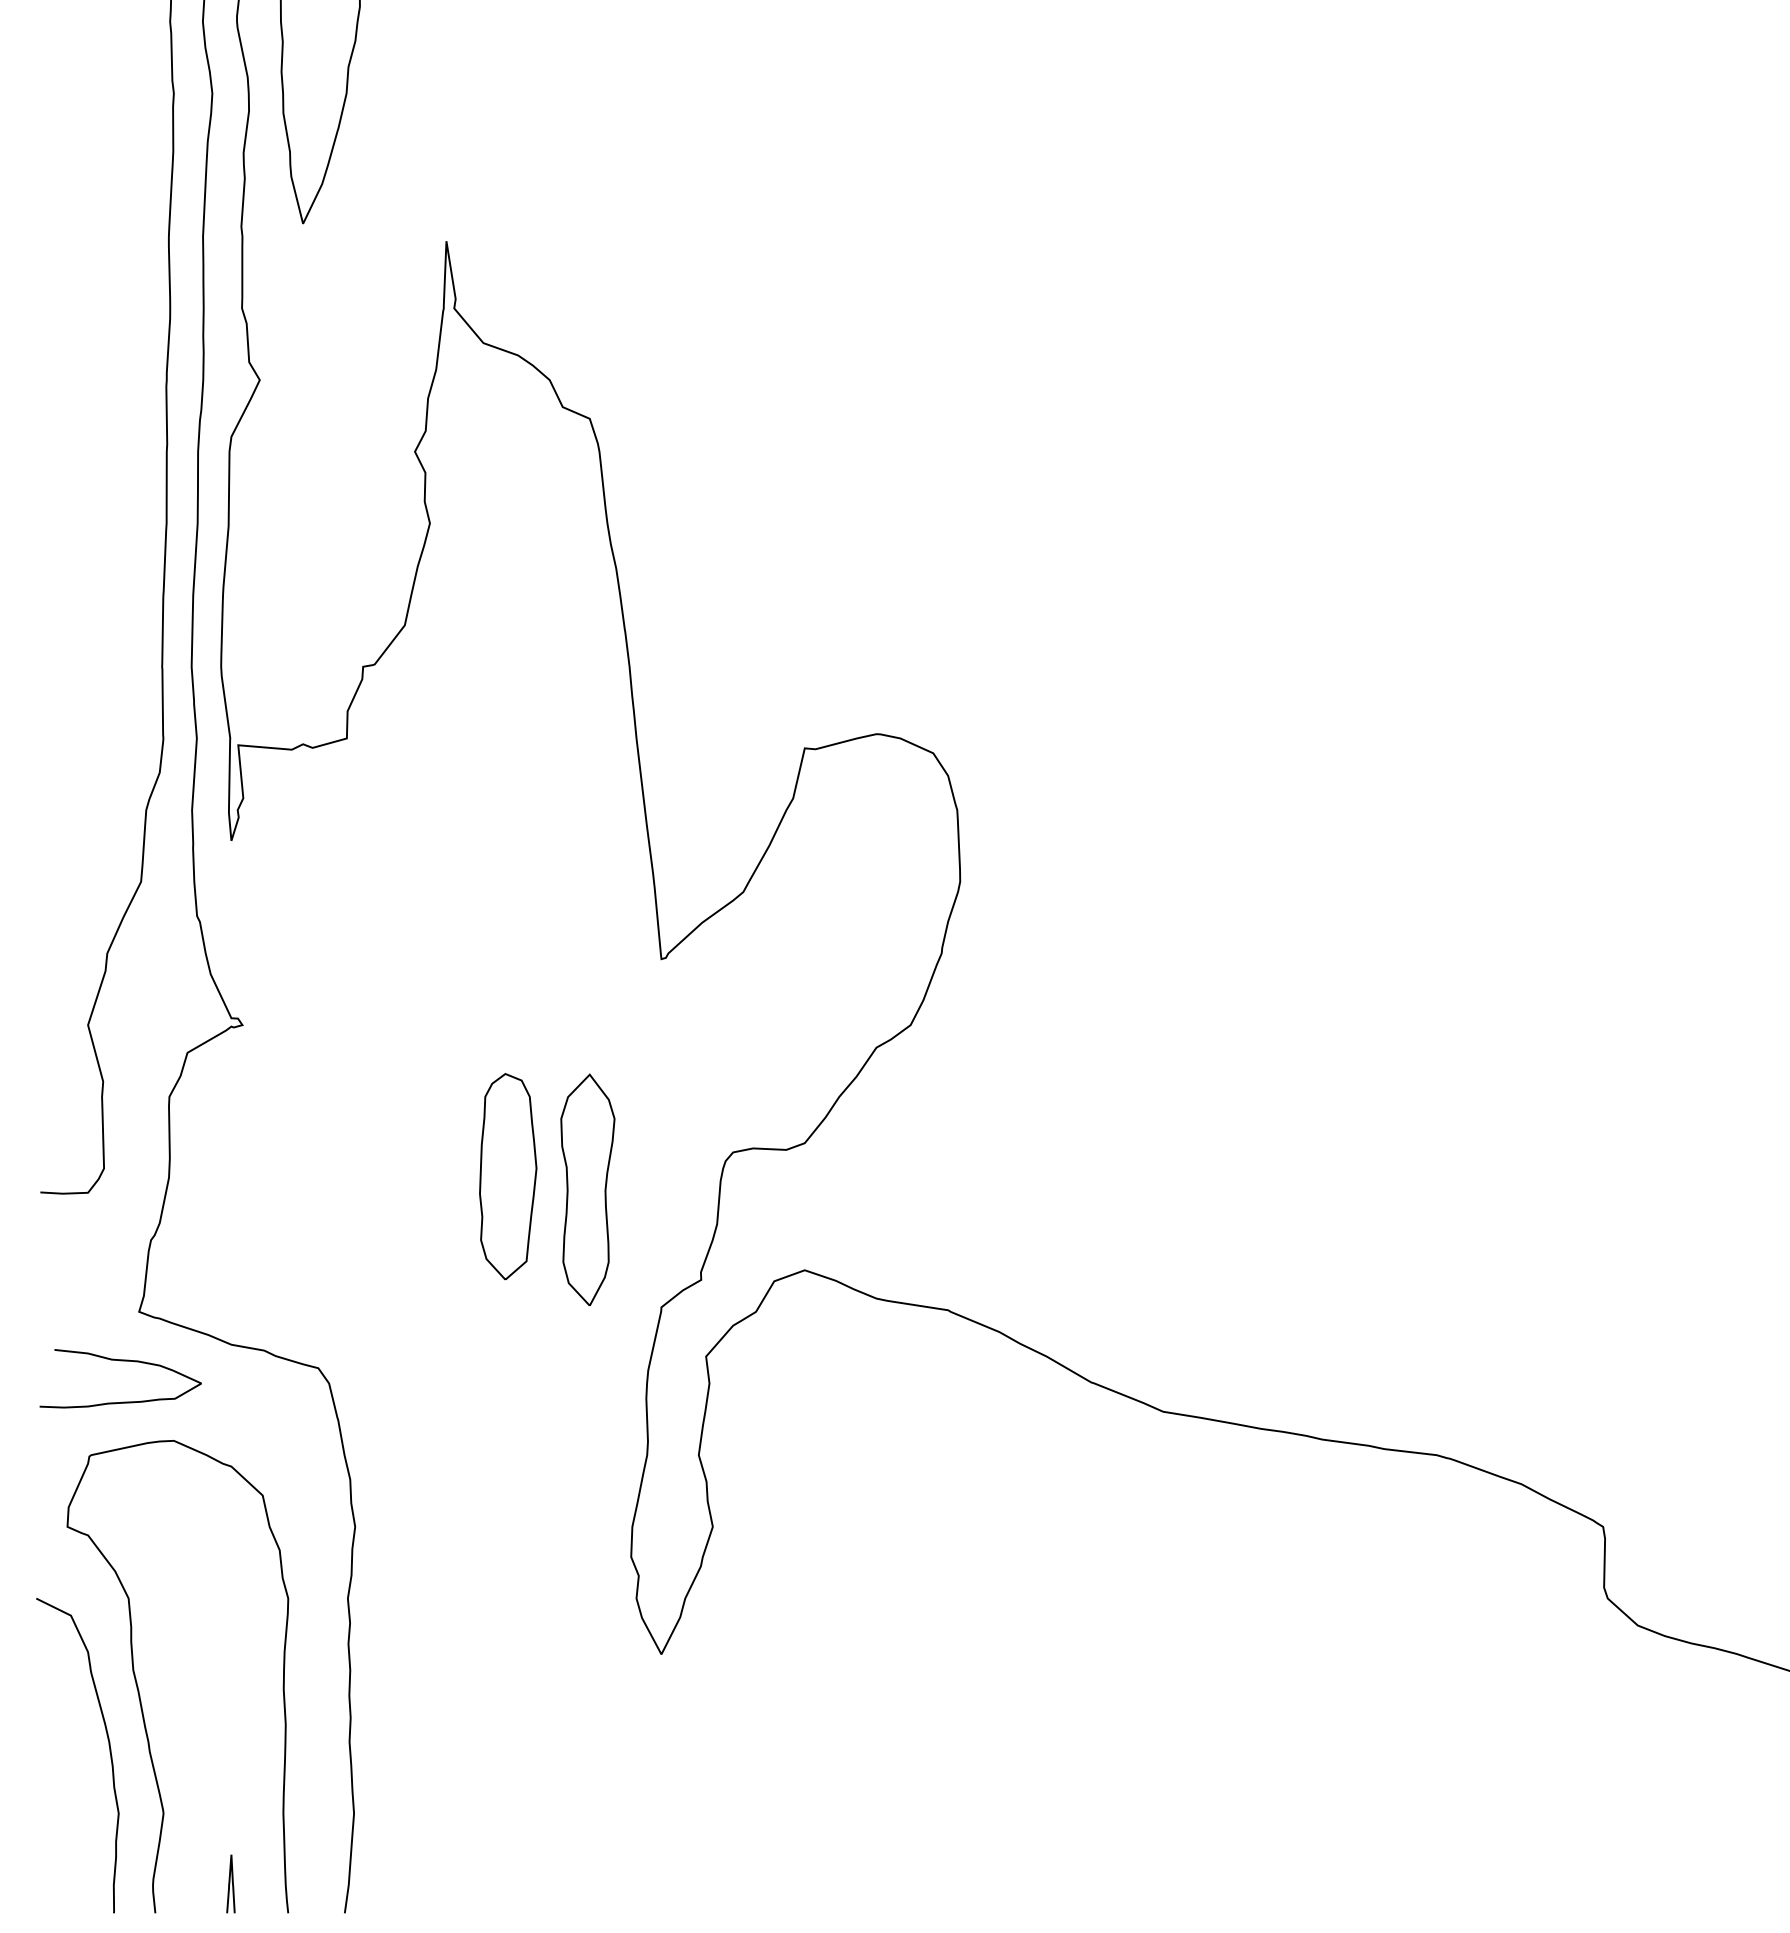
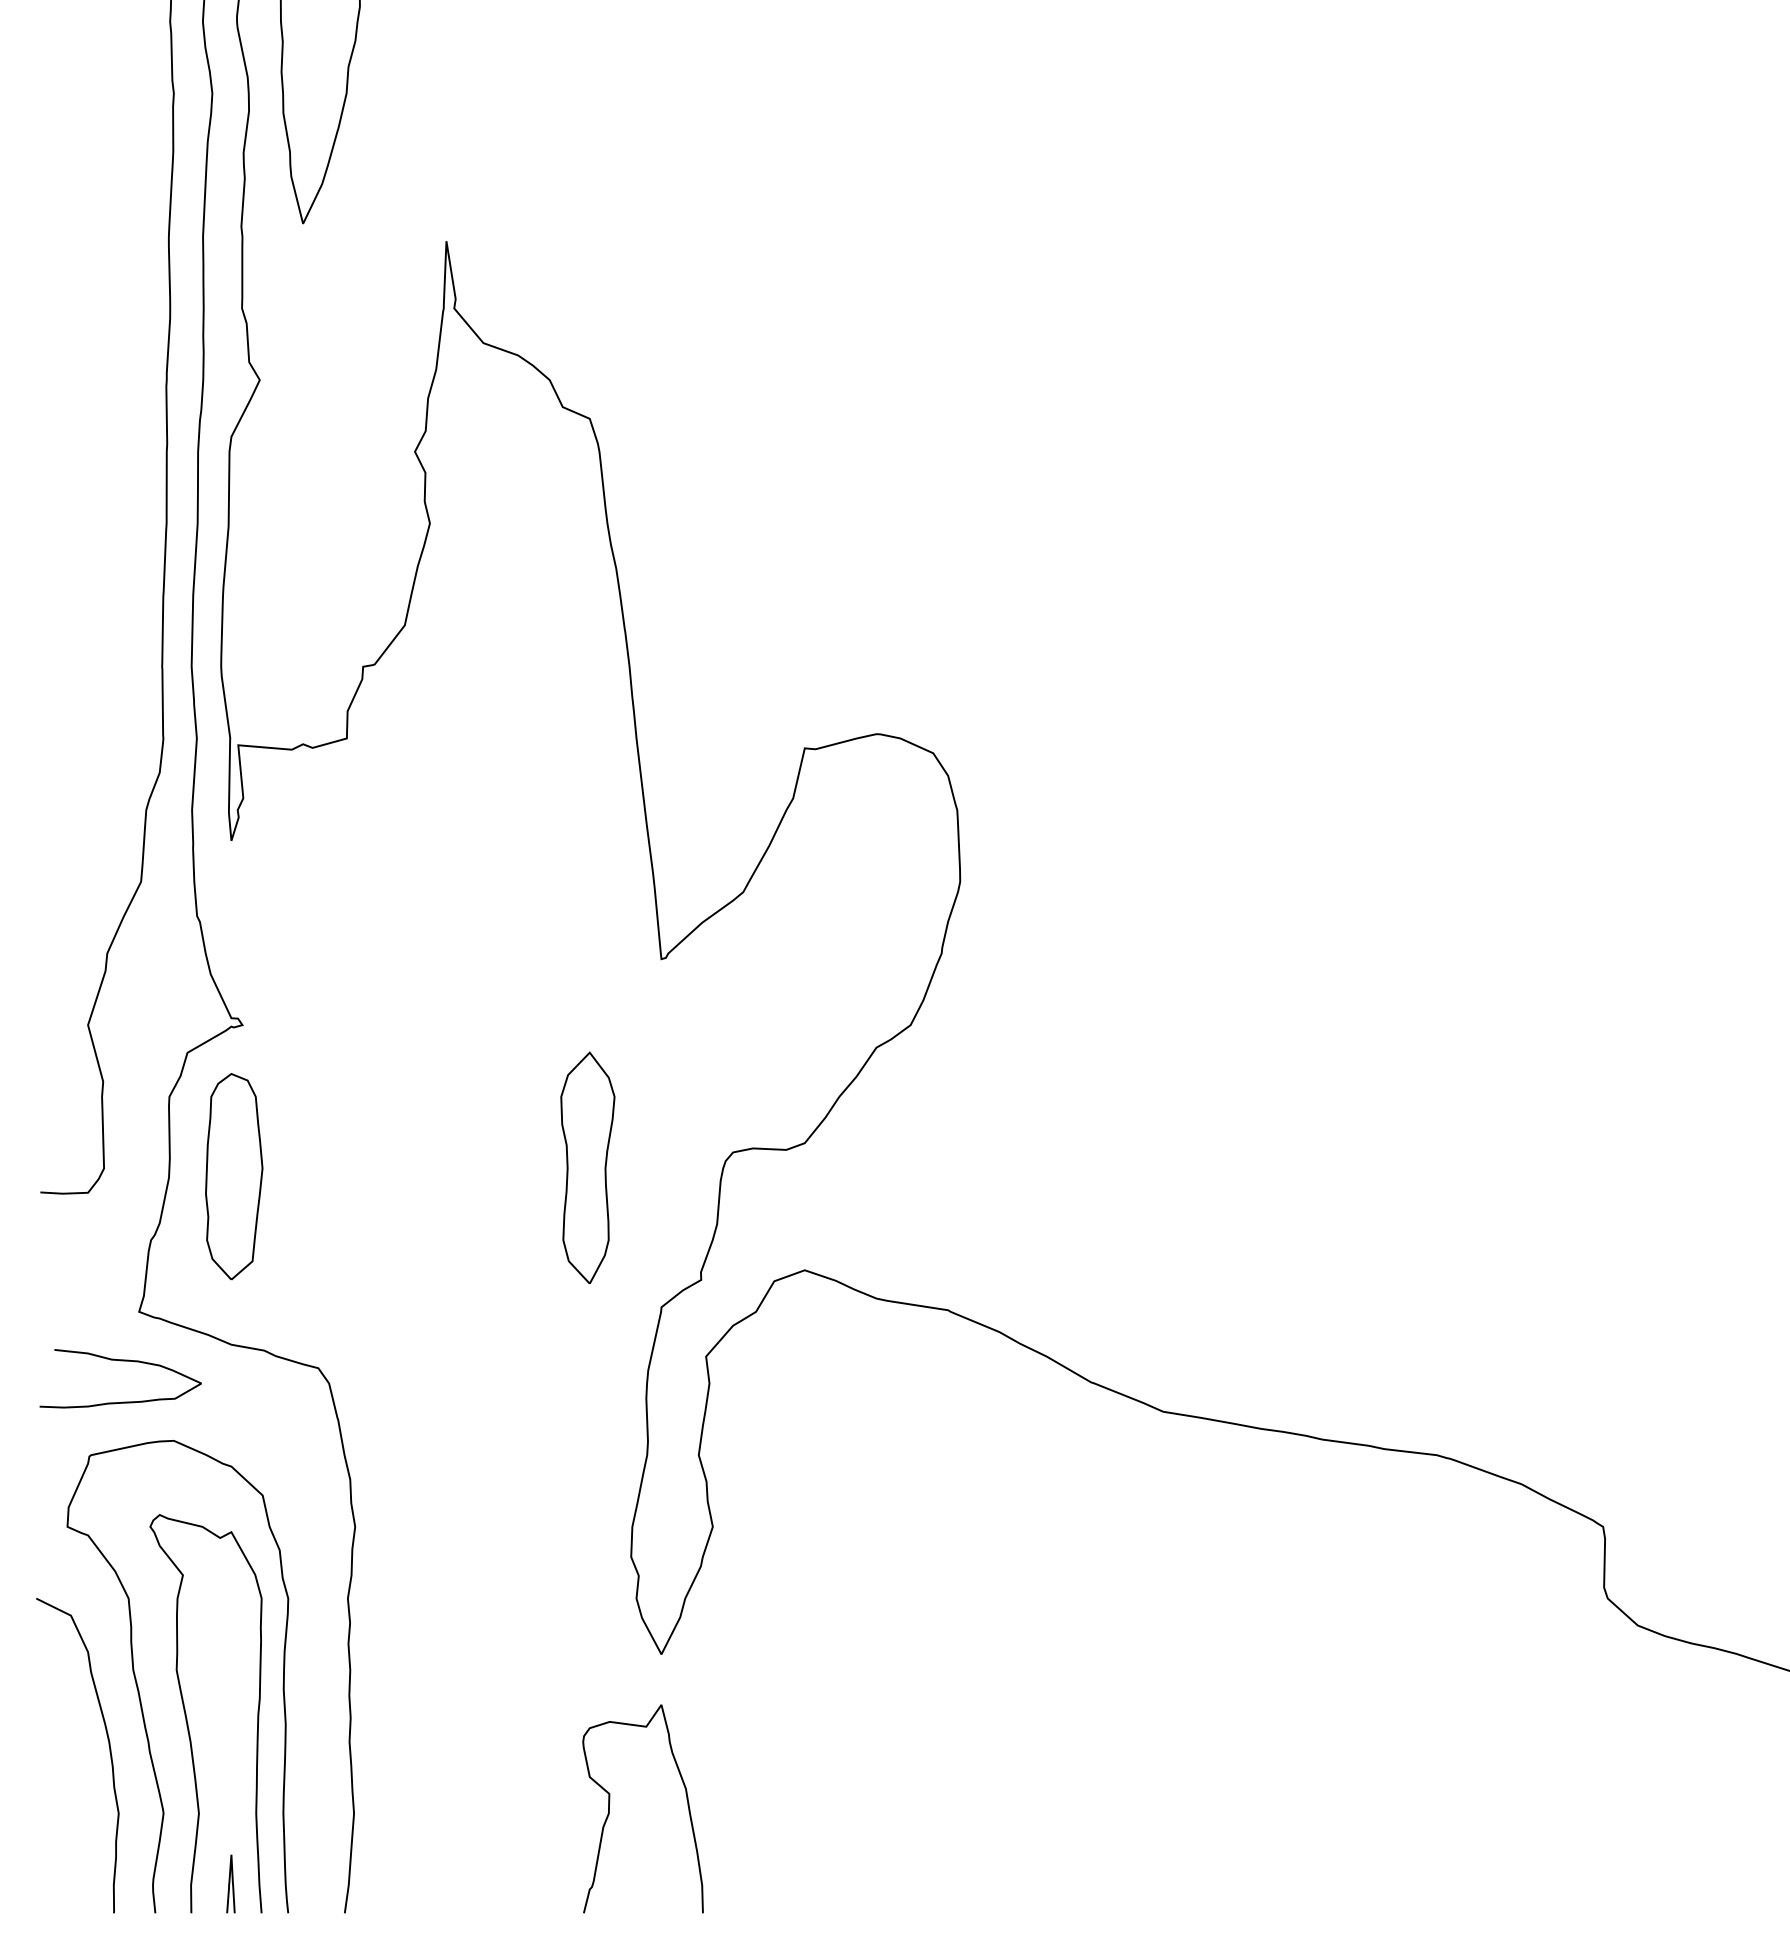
part at (508, 1176) position: (508, 1176) -> (234, 1176)
part at (587, 1189) position: (587, 1189) -> (587, 1167)
curve at (187, 1718): none -> present
curve at (610, 1801): none -> present
